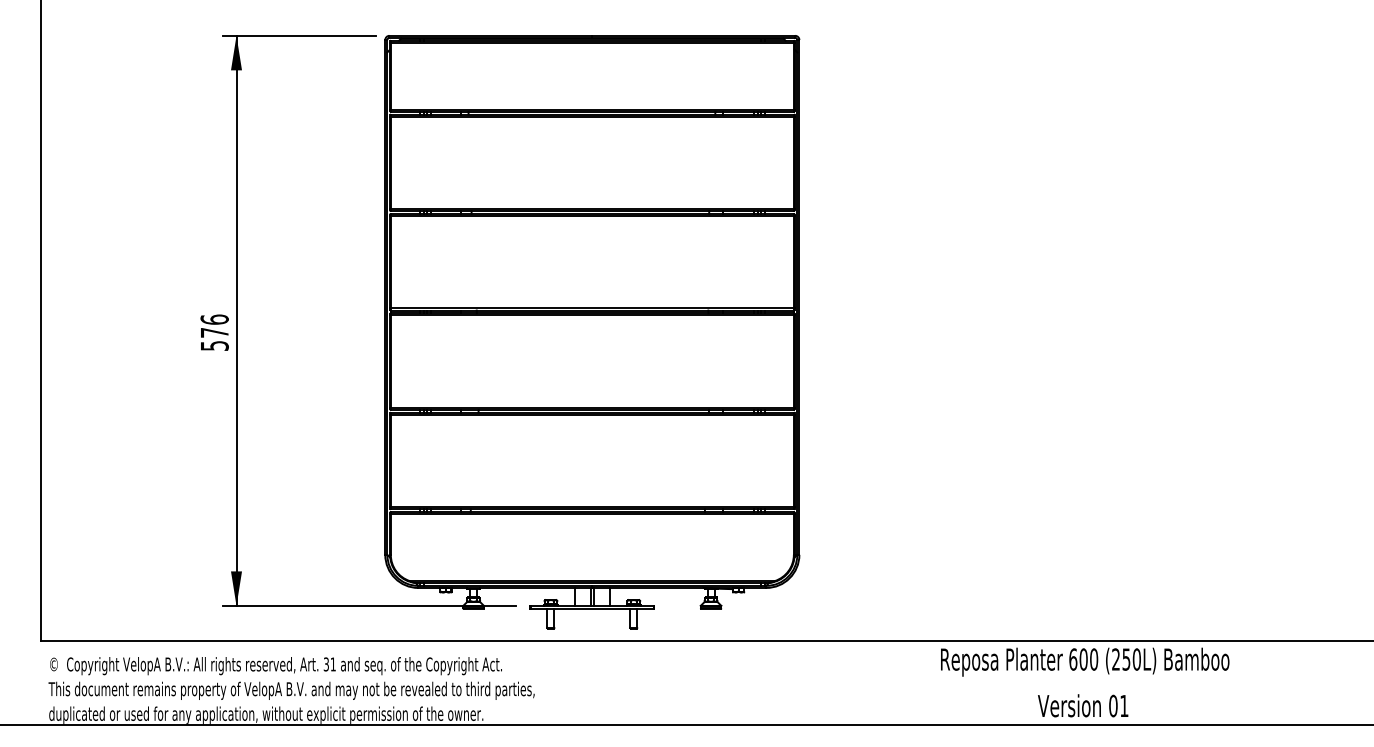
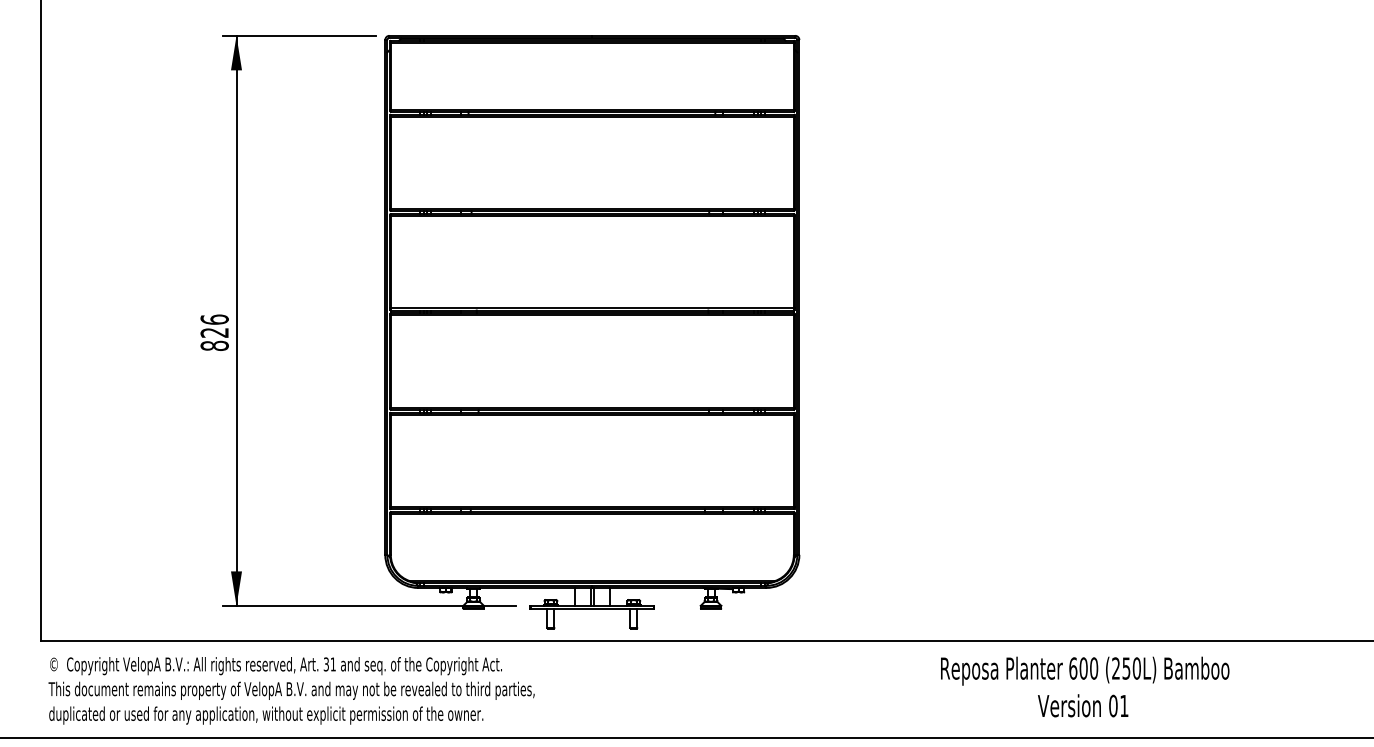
text at (214, 339): 576 -> 826
text at (1085, 661) position: (1085, 661) -> (1085, 670)
line at (686, 724) position: (686, 724) -> (686, 737)
